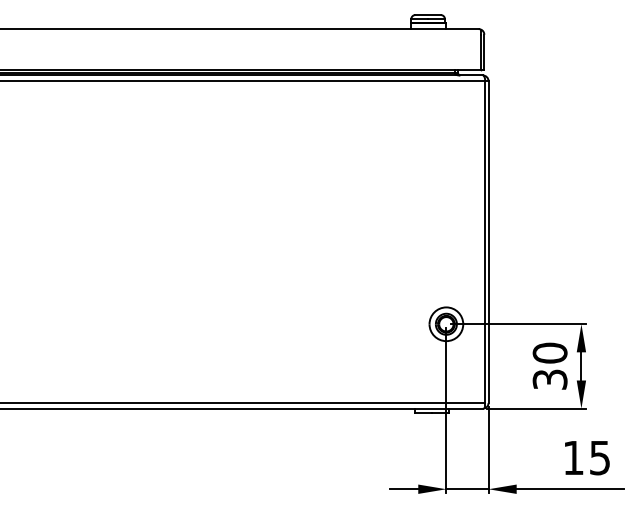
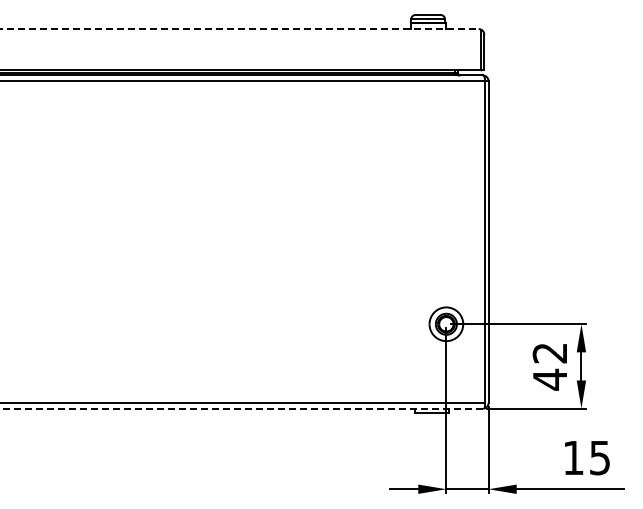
line at (239, 29): solid -> dashed
text at (549, 366): 30 -> 42
line at (241, 408): solid -> dashed
